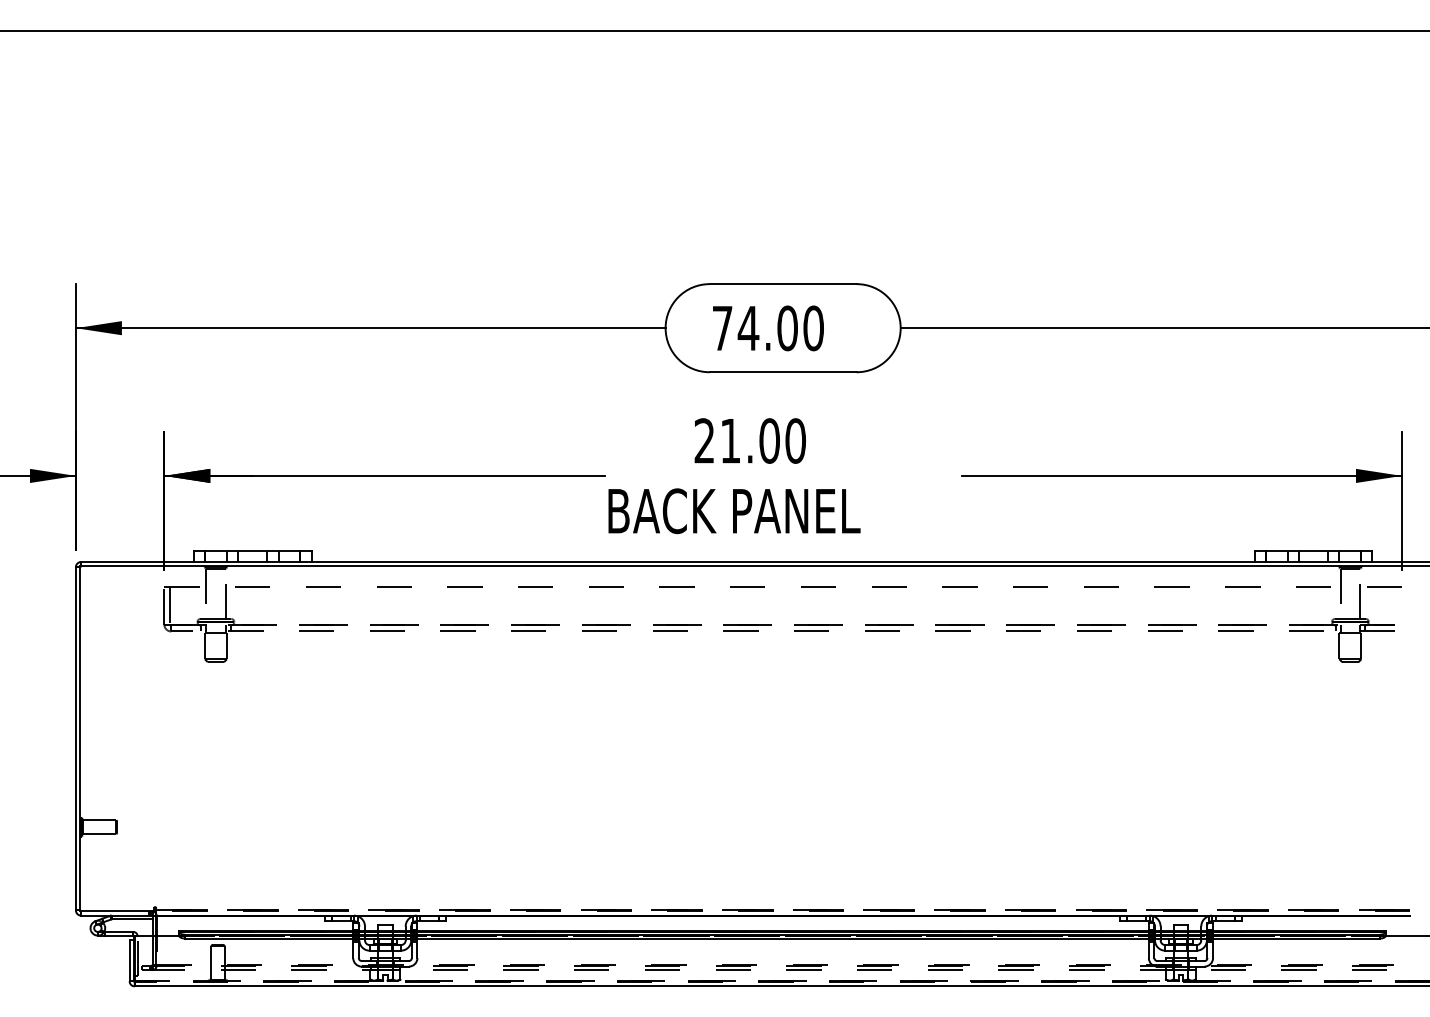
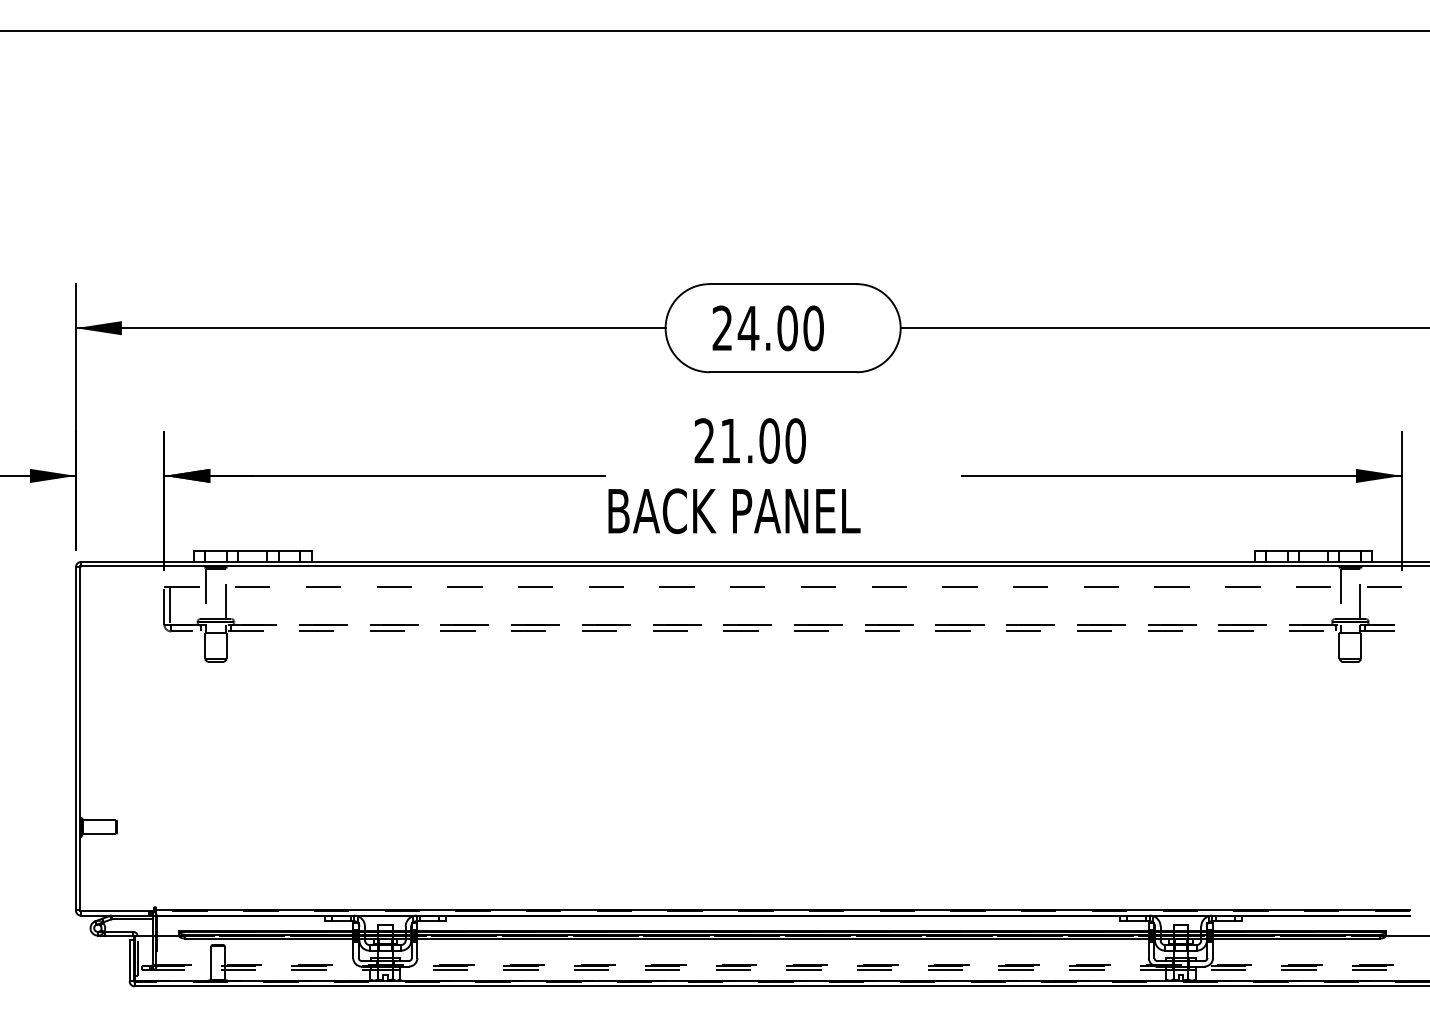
text at (722, 327): 74.00 -> 24.00
line at (783, 910): dashed -> solid
line at (781, 981): dashed -> solid
